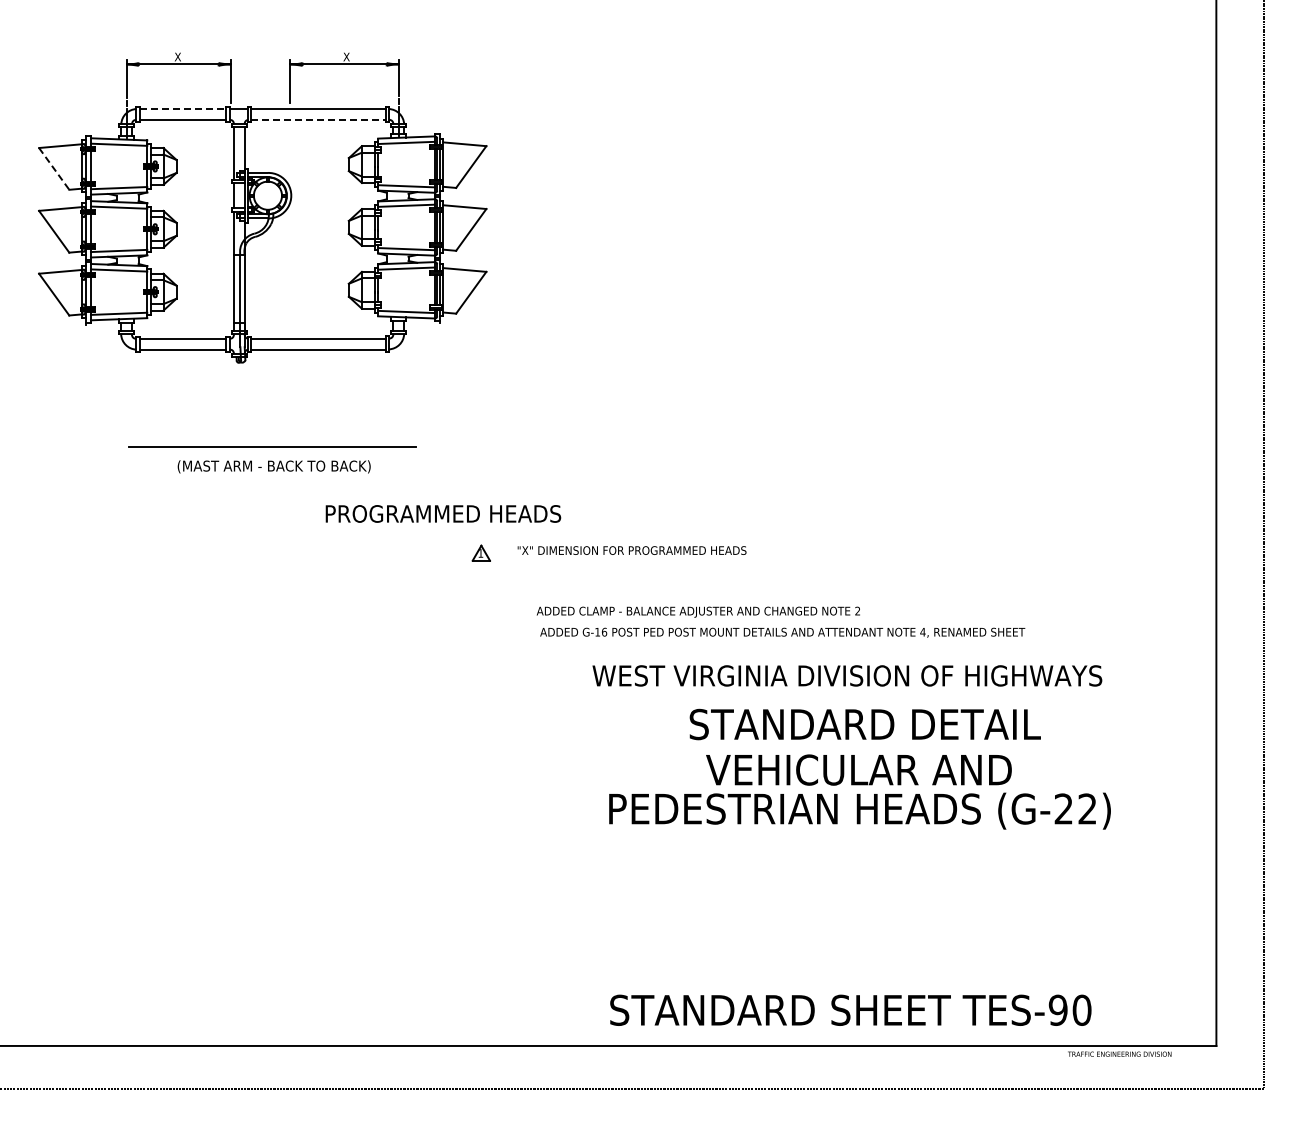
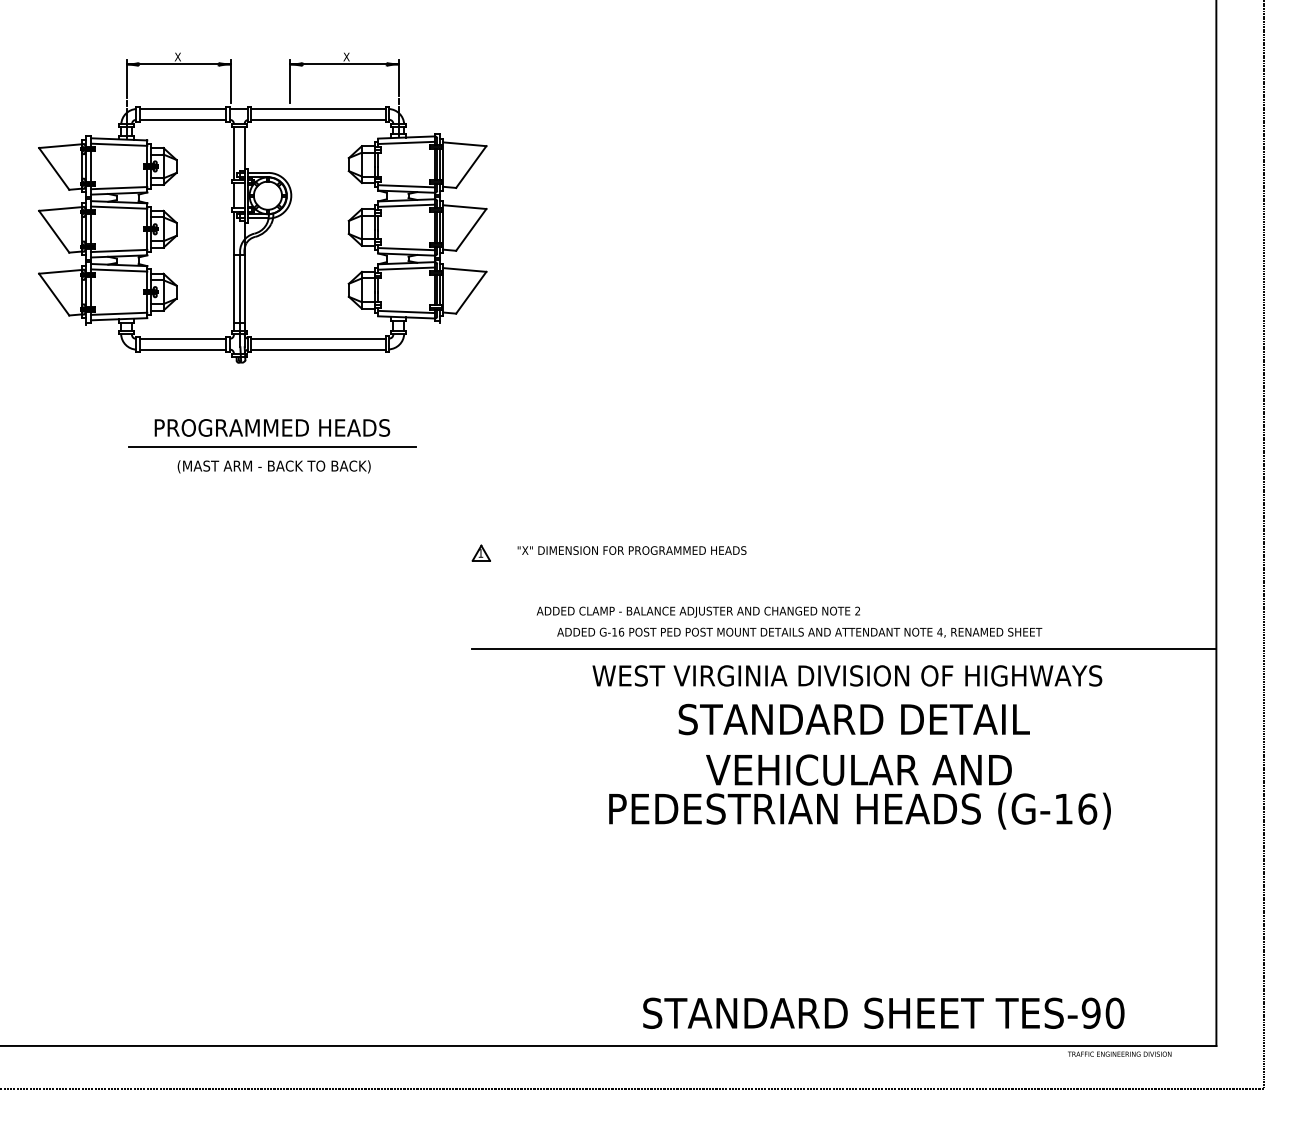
line at (183, 109): dashed -> solid
line at (319, 119): dashed -> solid
line at (54, 168): dashed -> solid
text at (443, 513) position: (443, 513) -> (272, 427)
text at (782, 632) position: (782, 632) -> (799, 632)
line at (844, 649): none -> present
text at (864, 724) position: (864, 724) -> (853, 719)
text at (1075, 808): (G-22) -> (G-16)
text at (850, 1009) position: (850, 1009) -> (883, 1012)
